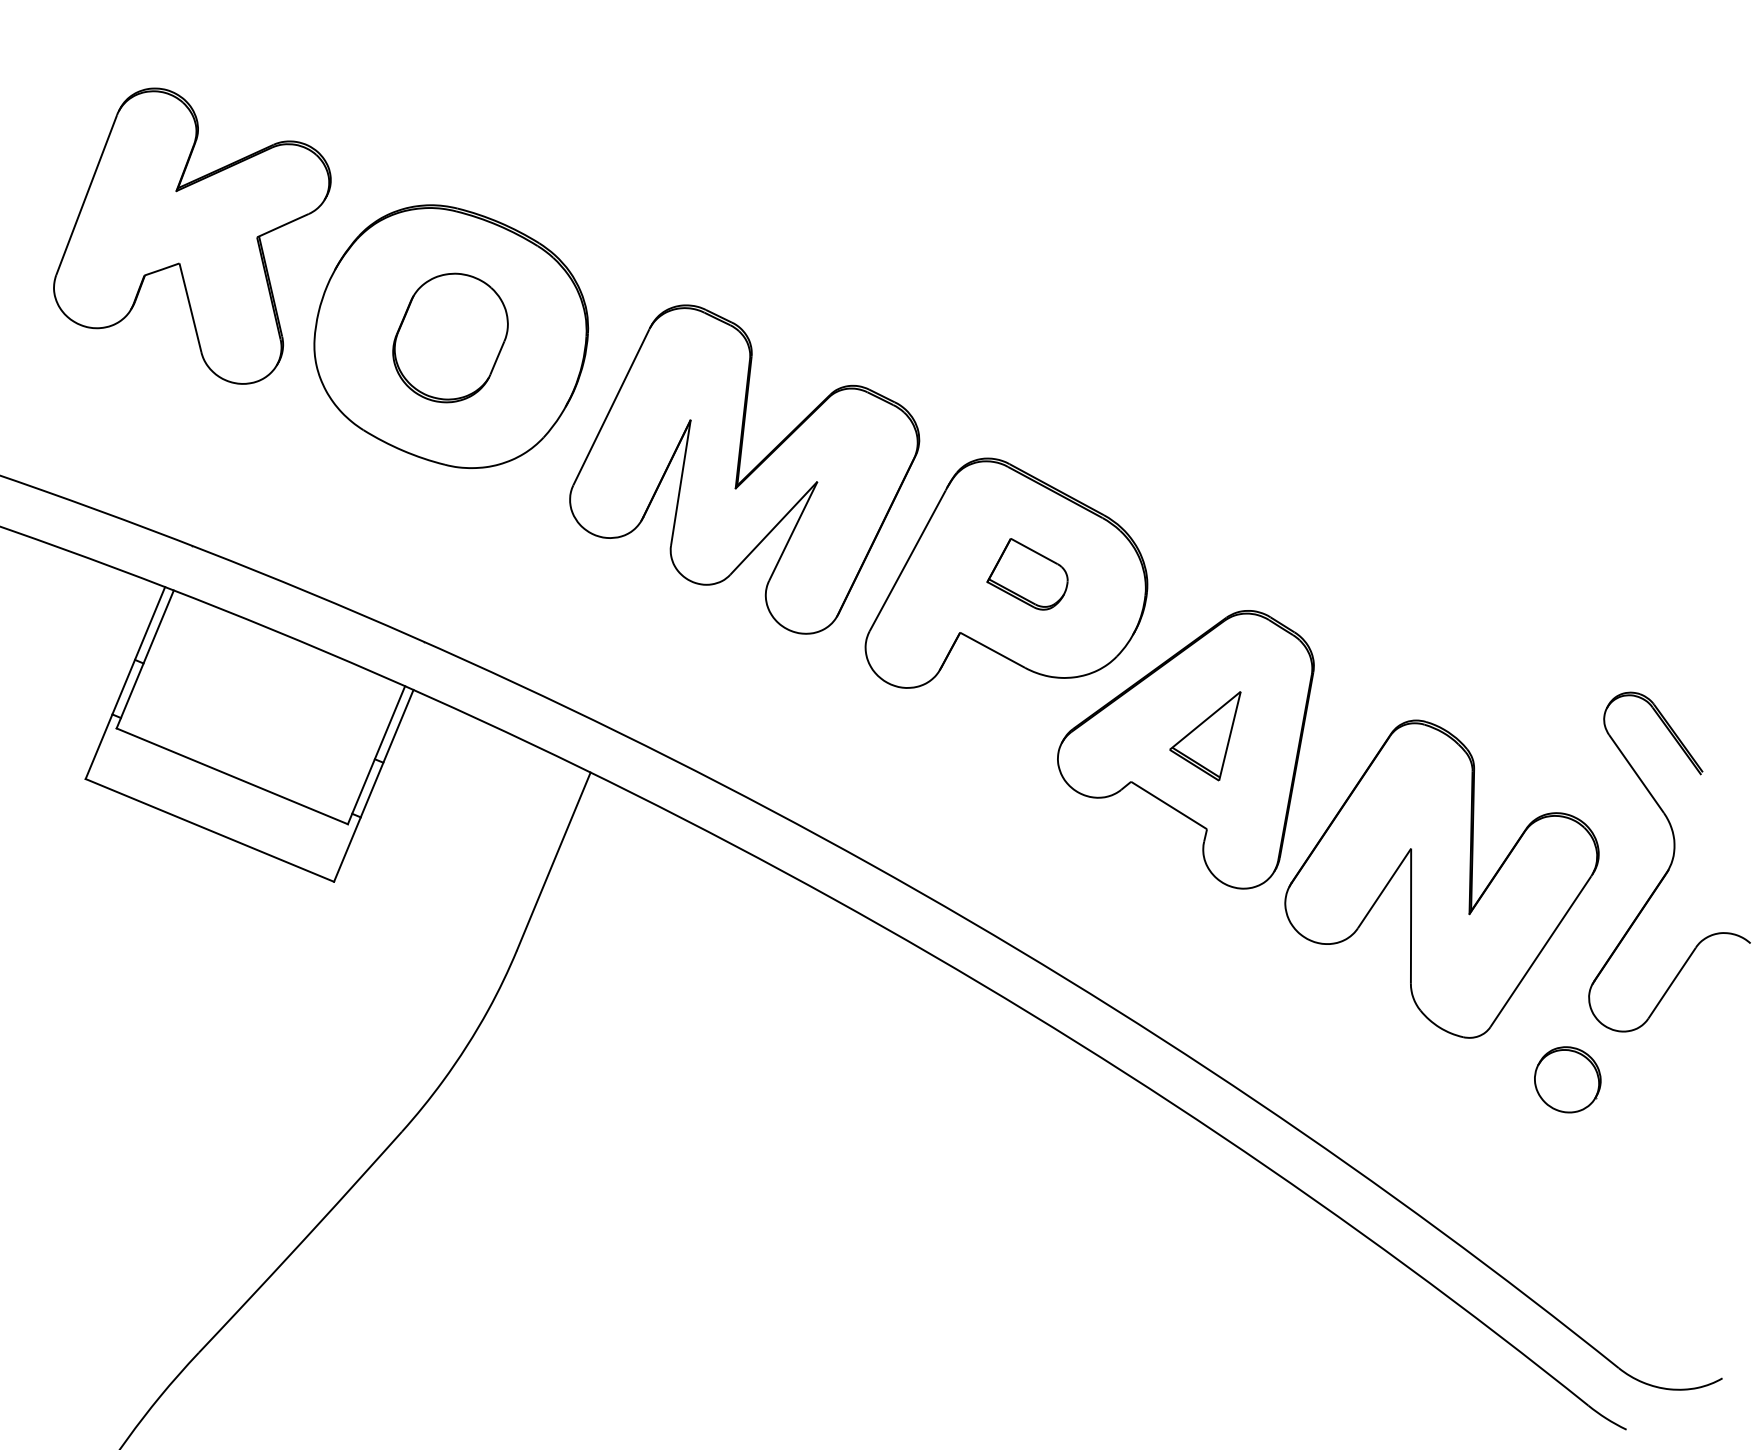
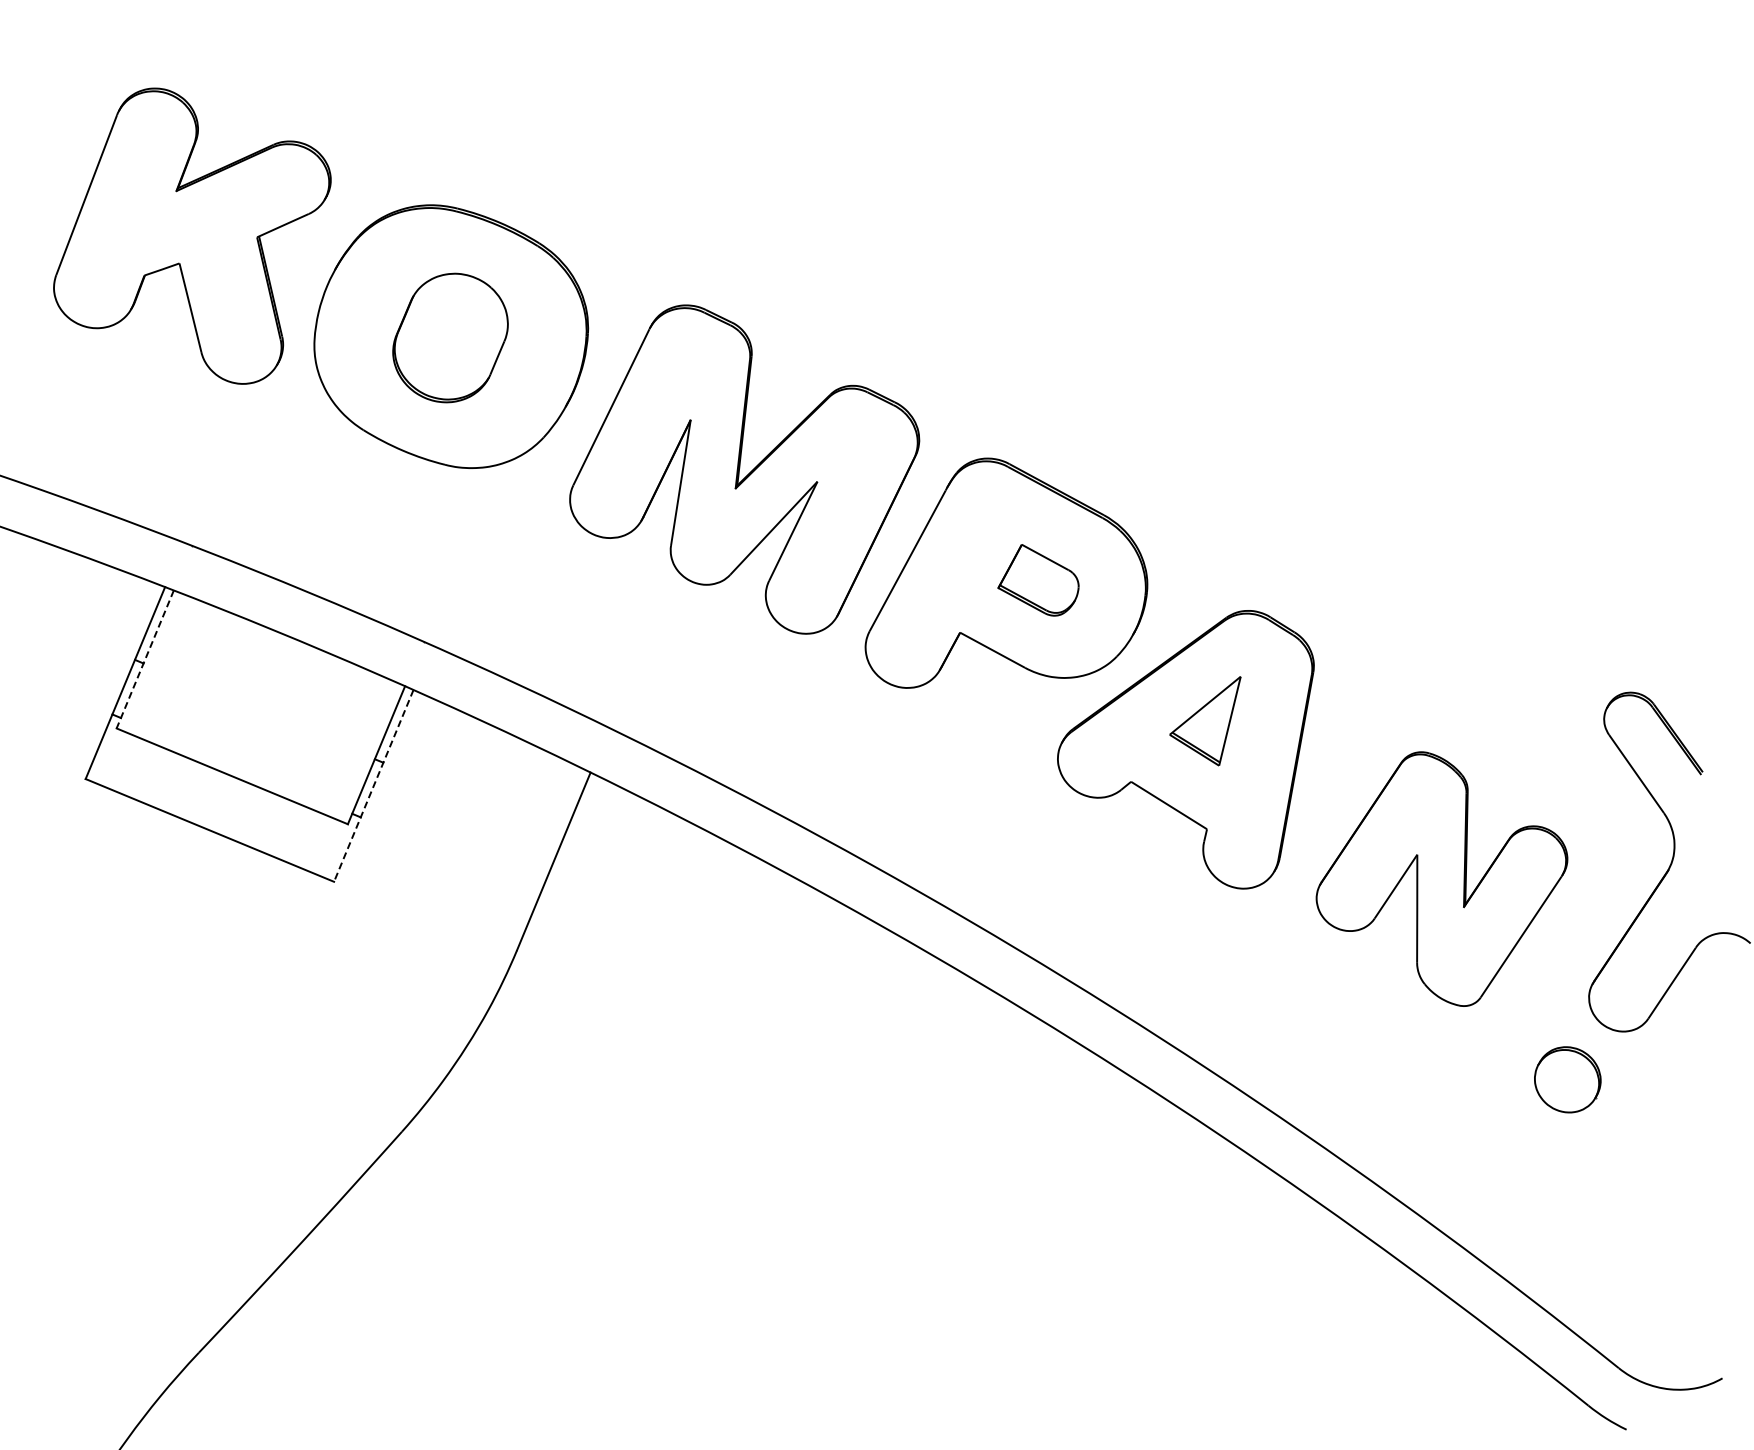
part at (1027, 574) position: (1027, 574) -> (1038, 580)
line at (145, 659): solid -> dashed
part at (1205, 736) position: (1205, 736) -> (1205, 721)
line at (373, 785): solid -> dashed
part at (1441, 878) size: 316x320 px -> 254x256 px
